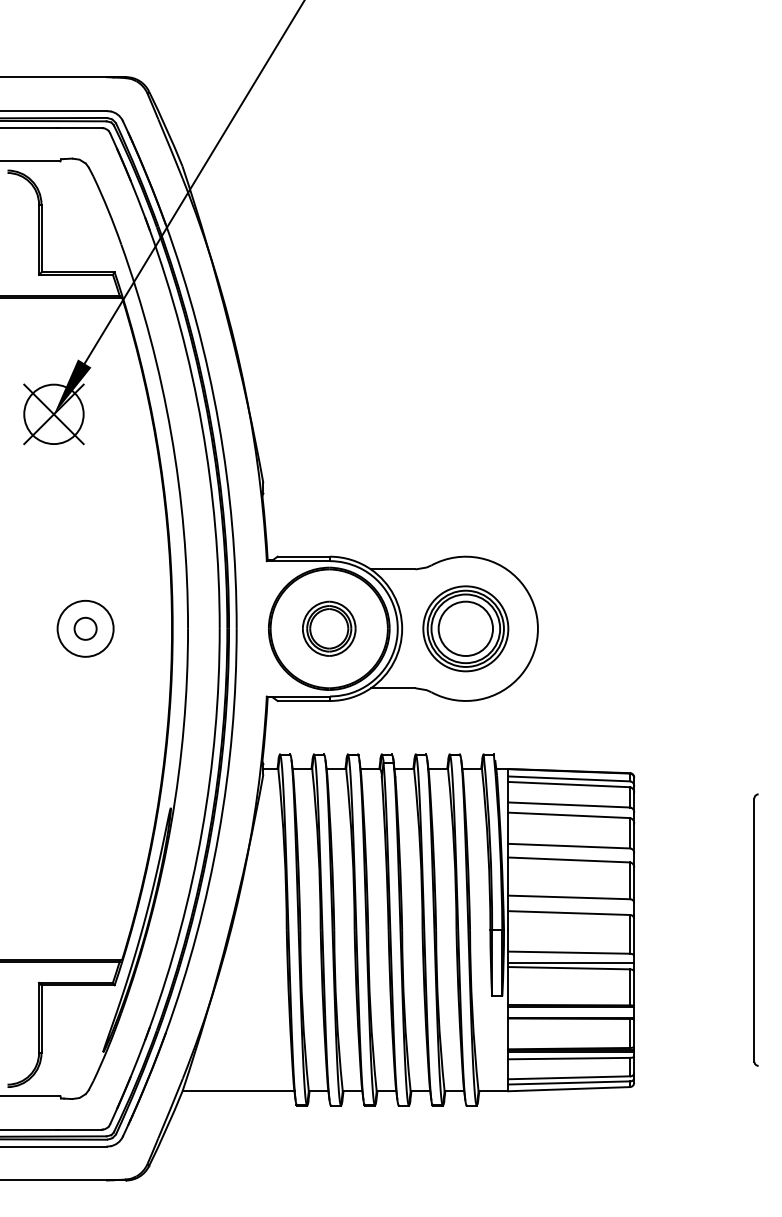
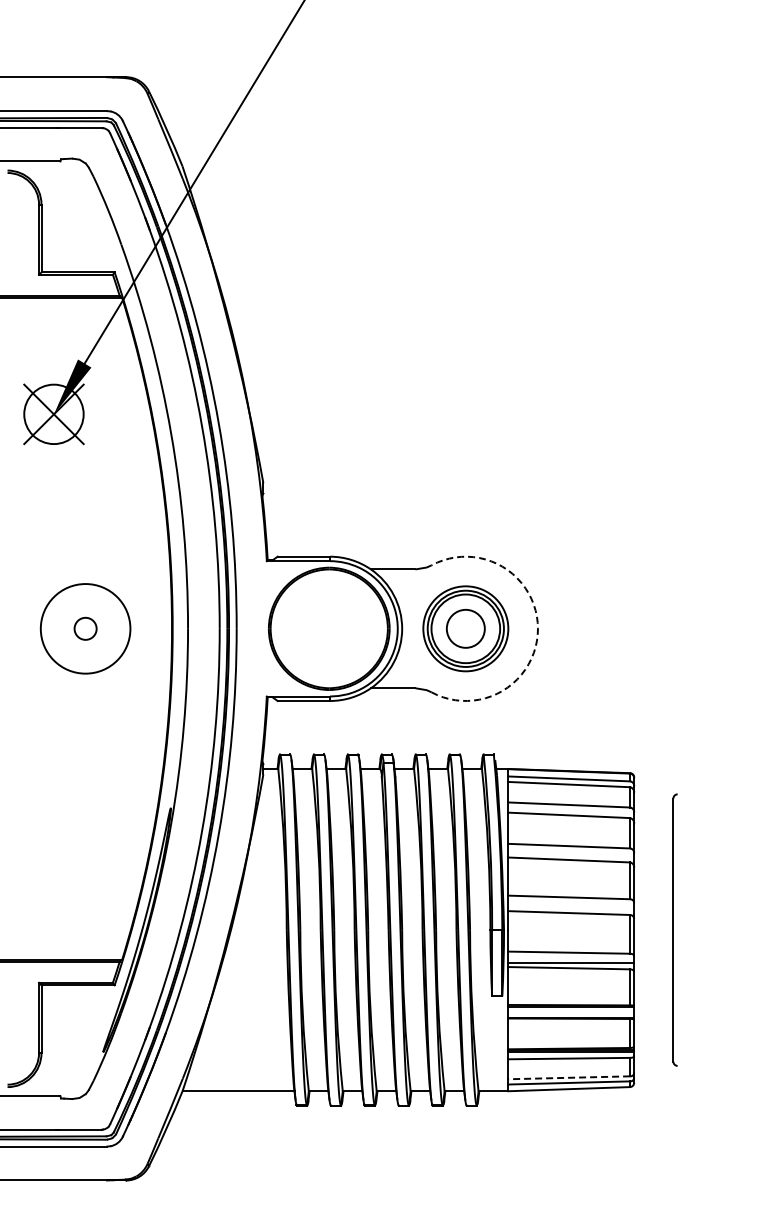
circle at (85, 628) diameter: 56 px -> 90 px
part at (329, 628): present -> none
circle at (465, 628) diameter: 54 px -> 38 px
arc at (537, 628): solid -> dashed
part at (755, 929) position: (755, 929) -> (674, 929)
line at (569, 1077): solid -> dashed
